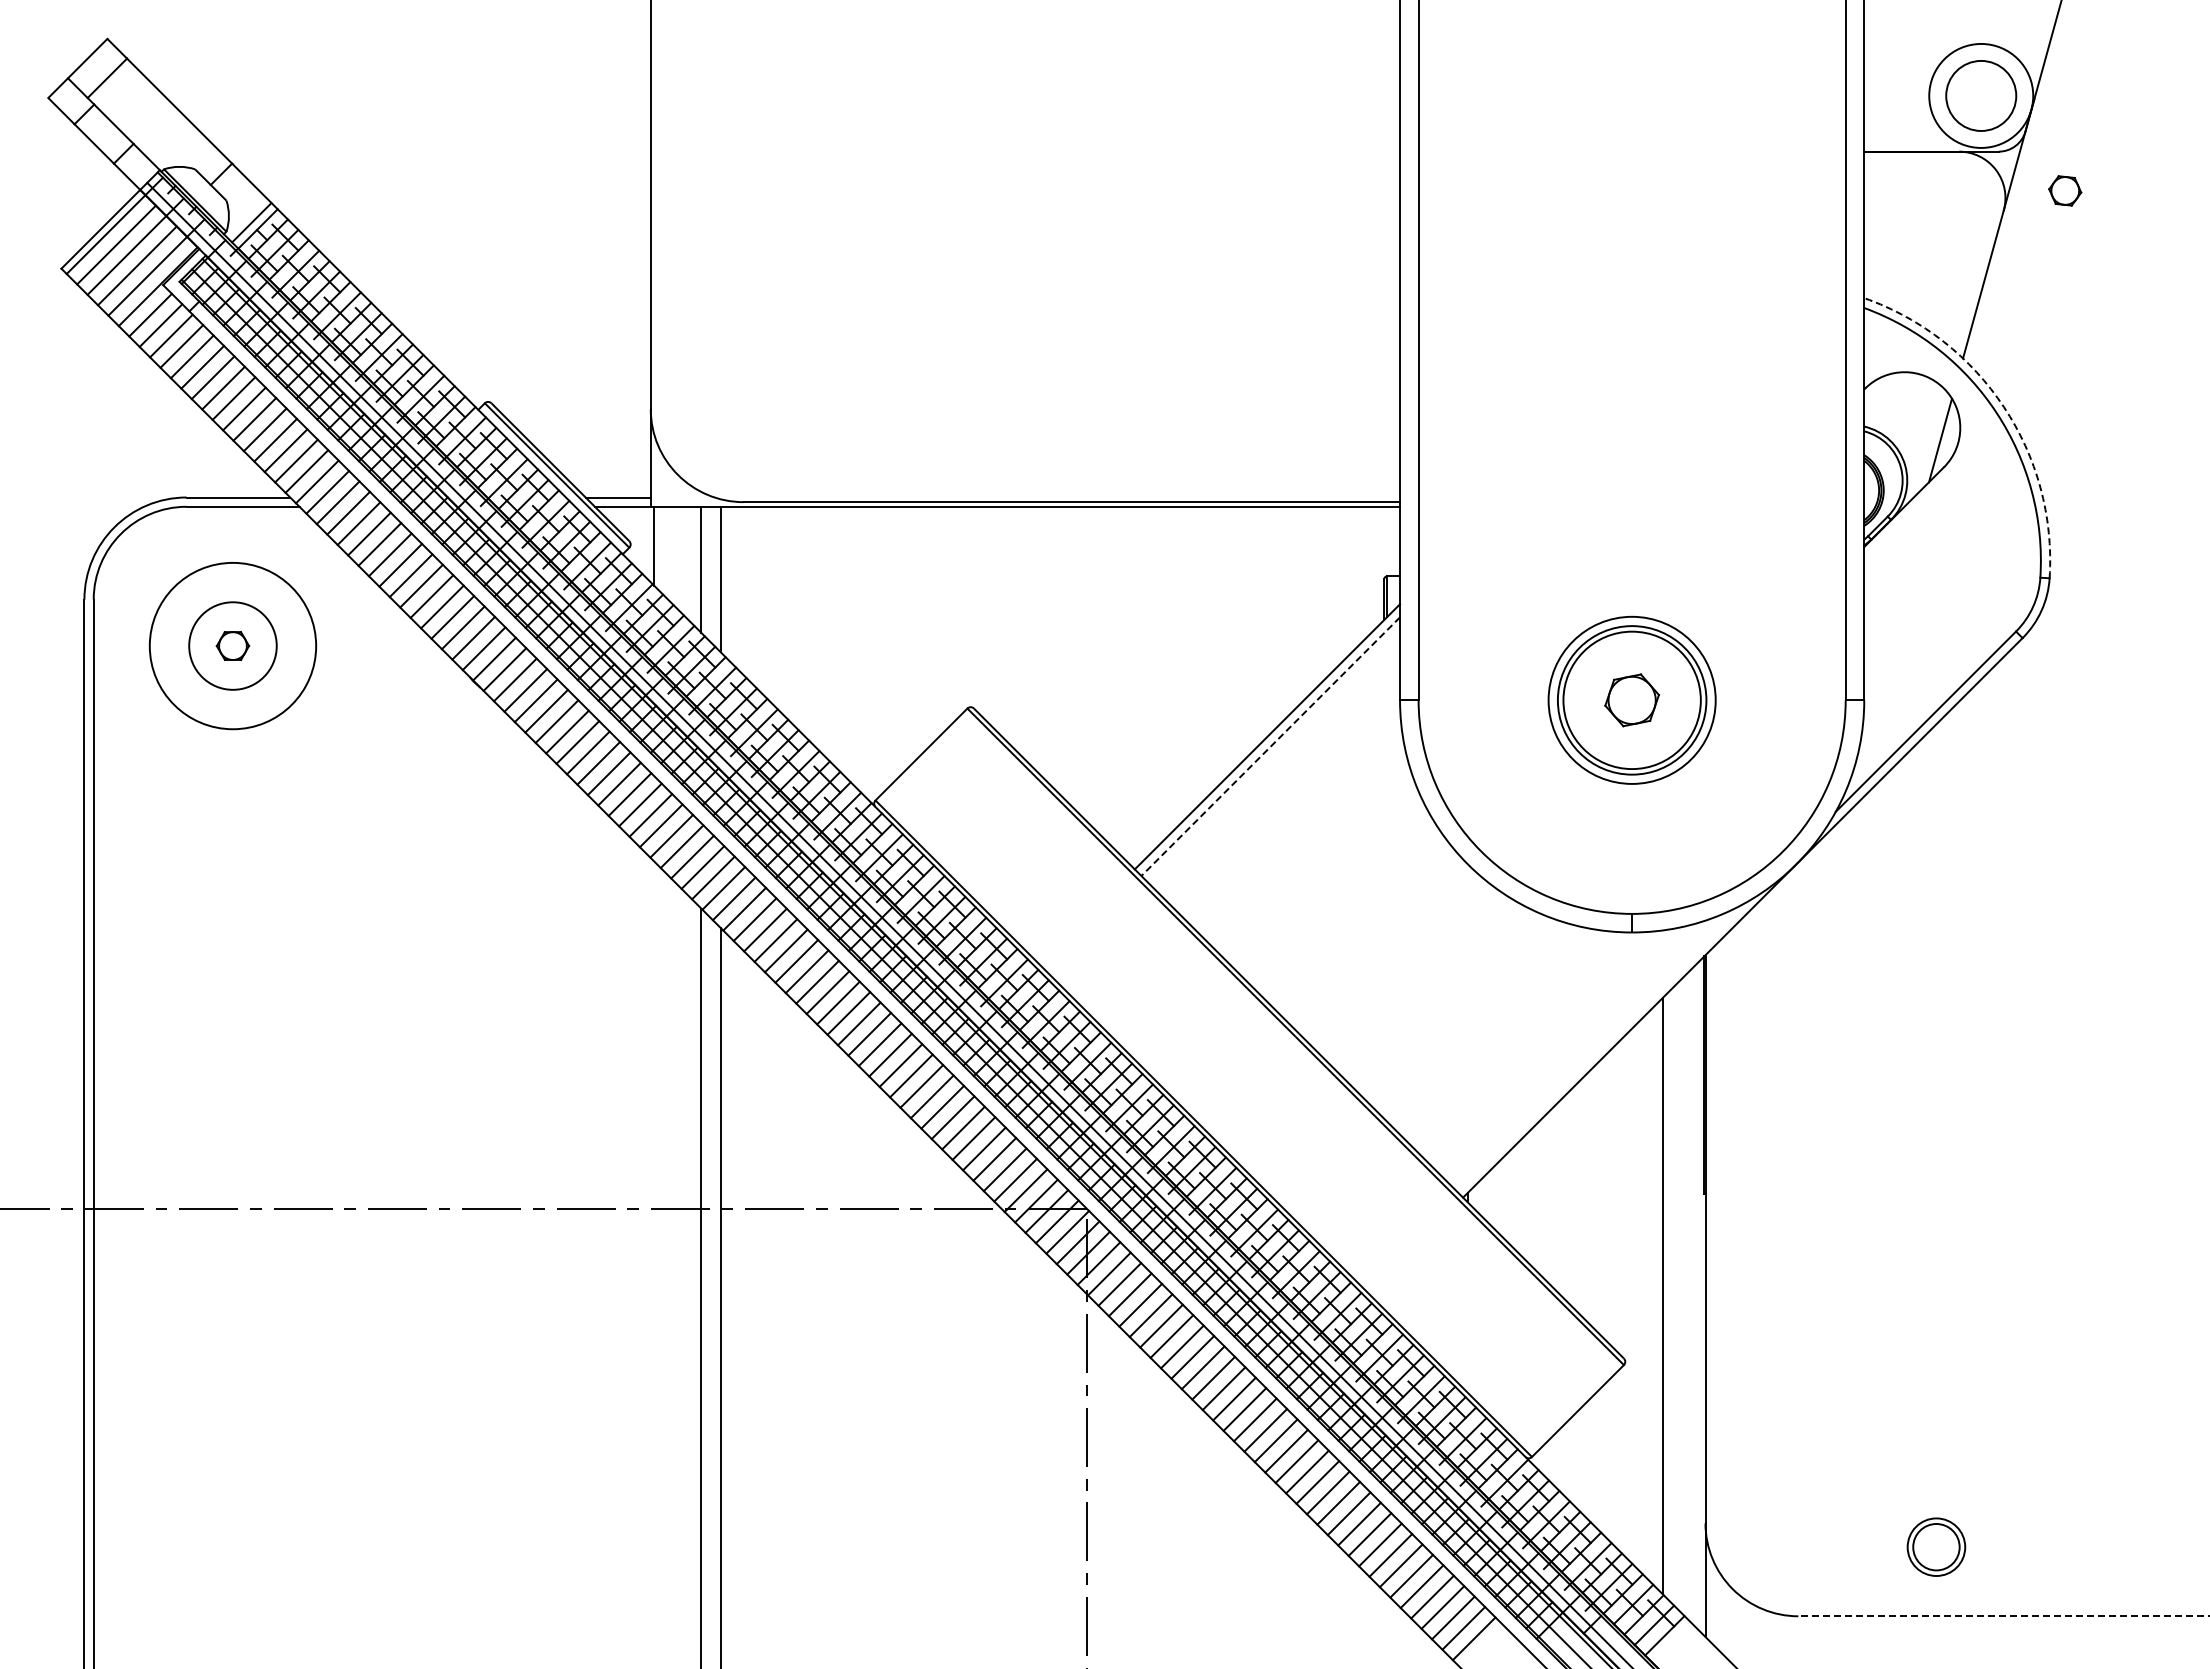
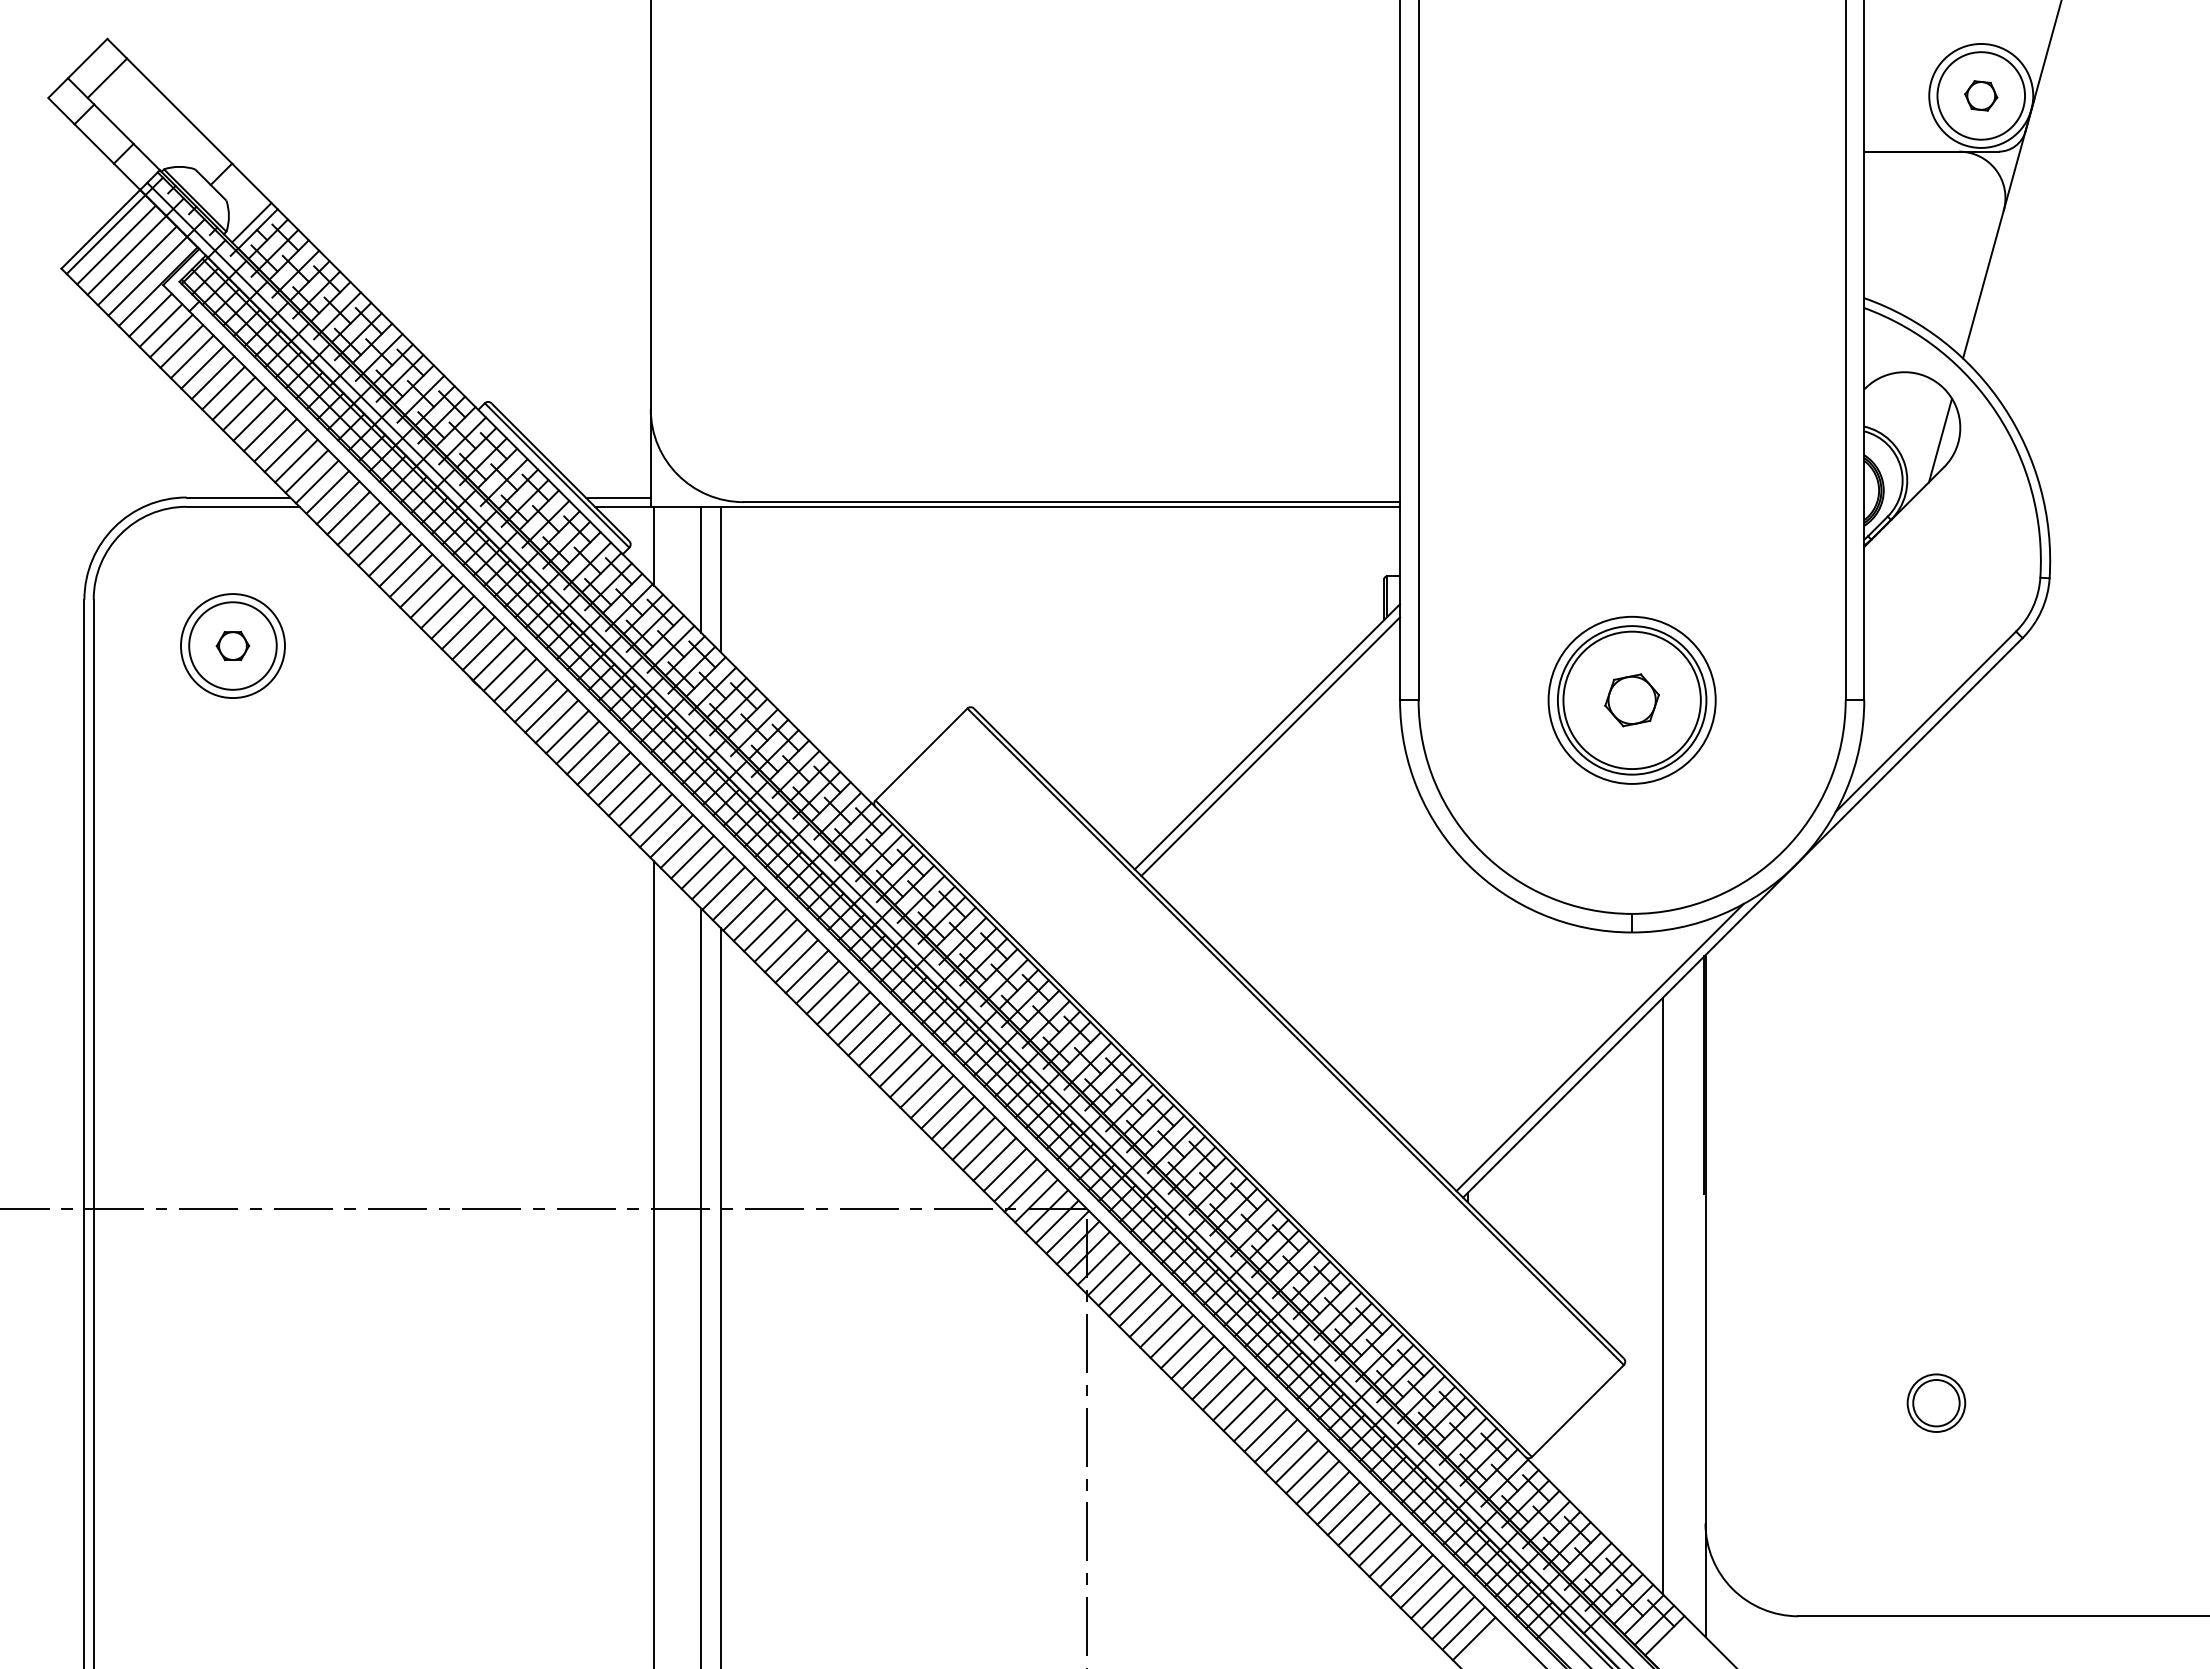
circle at (1981, 95) diameter: 70 px -> 88 px
part at (2065, 190) position: (2065, 190) -> (1981, 95)
arc at (2003, 407): dashed -> solid
circle at (232, 645) diameter: 166 px -> 104 px
line at (1270, 746): dashed -> solid
line at (1599, 1047): none -> present
line at (654, 1263): none -> present
part at (1936, 1546) position: (1936, 1546) -> (1936, 1402)
line at (2003, 1616): dashed -> solid
